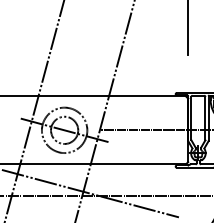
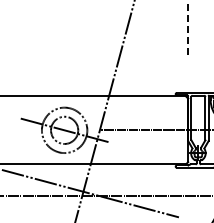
line at (188, 27): solid -> dashed
line at (34, 110): present -> none
